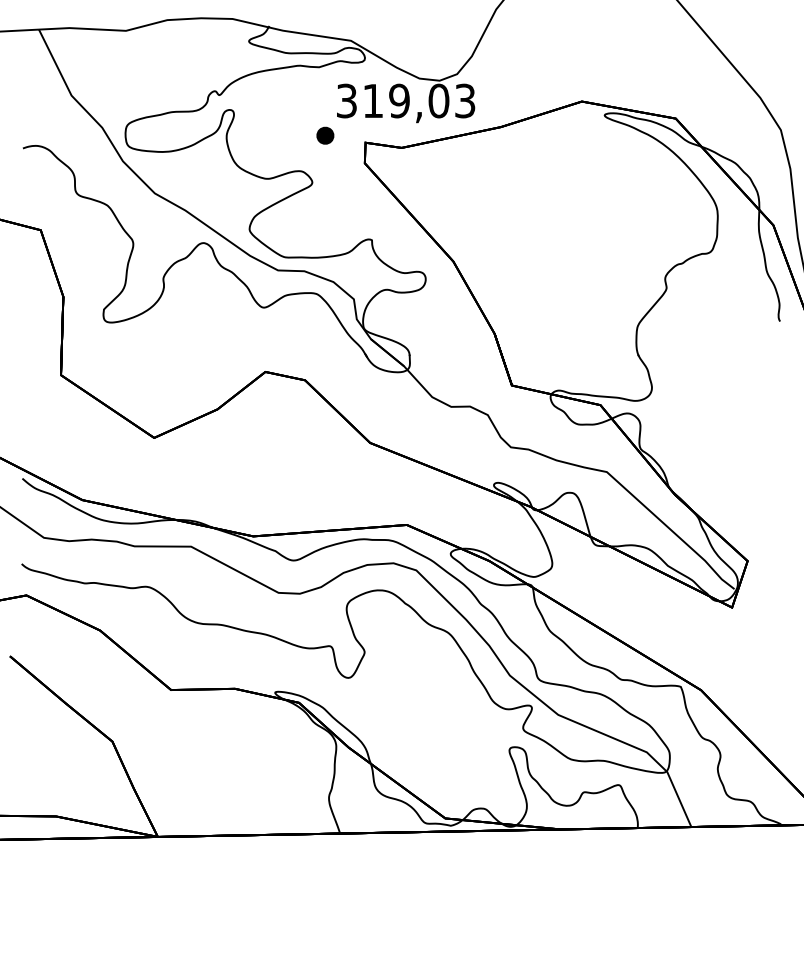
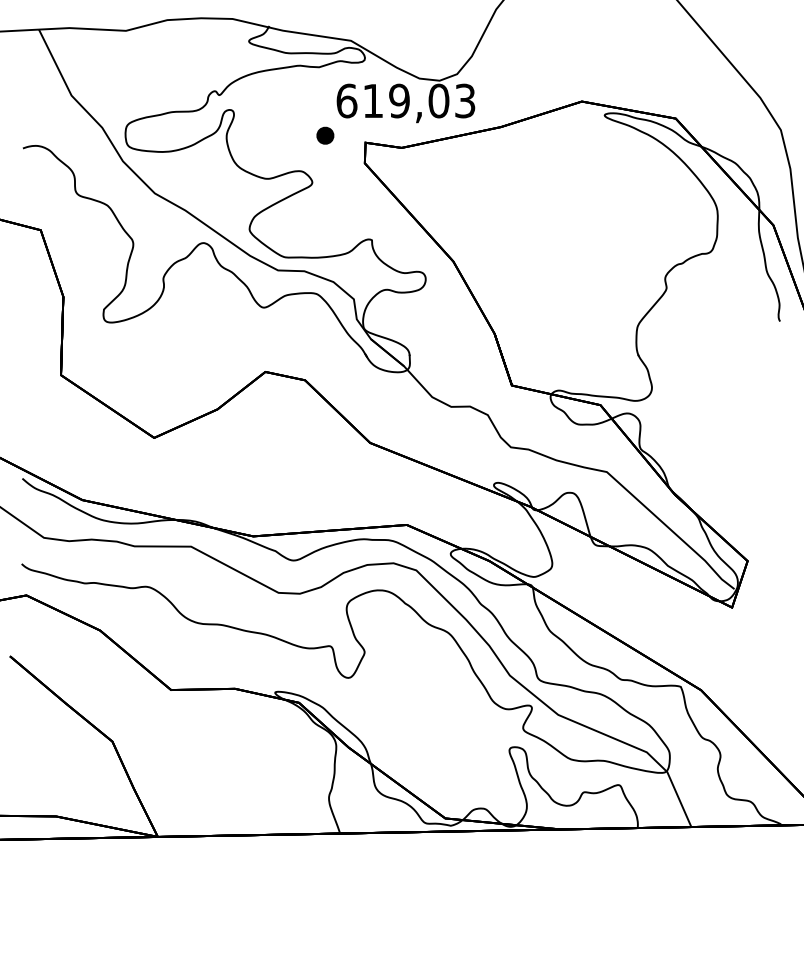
text at (346, 100): 319,03 -> 619,03
